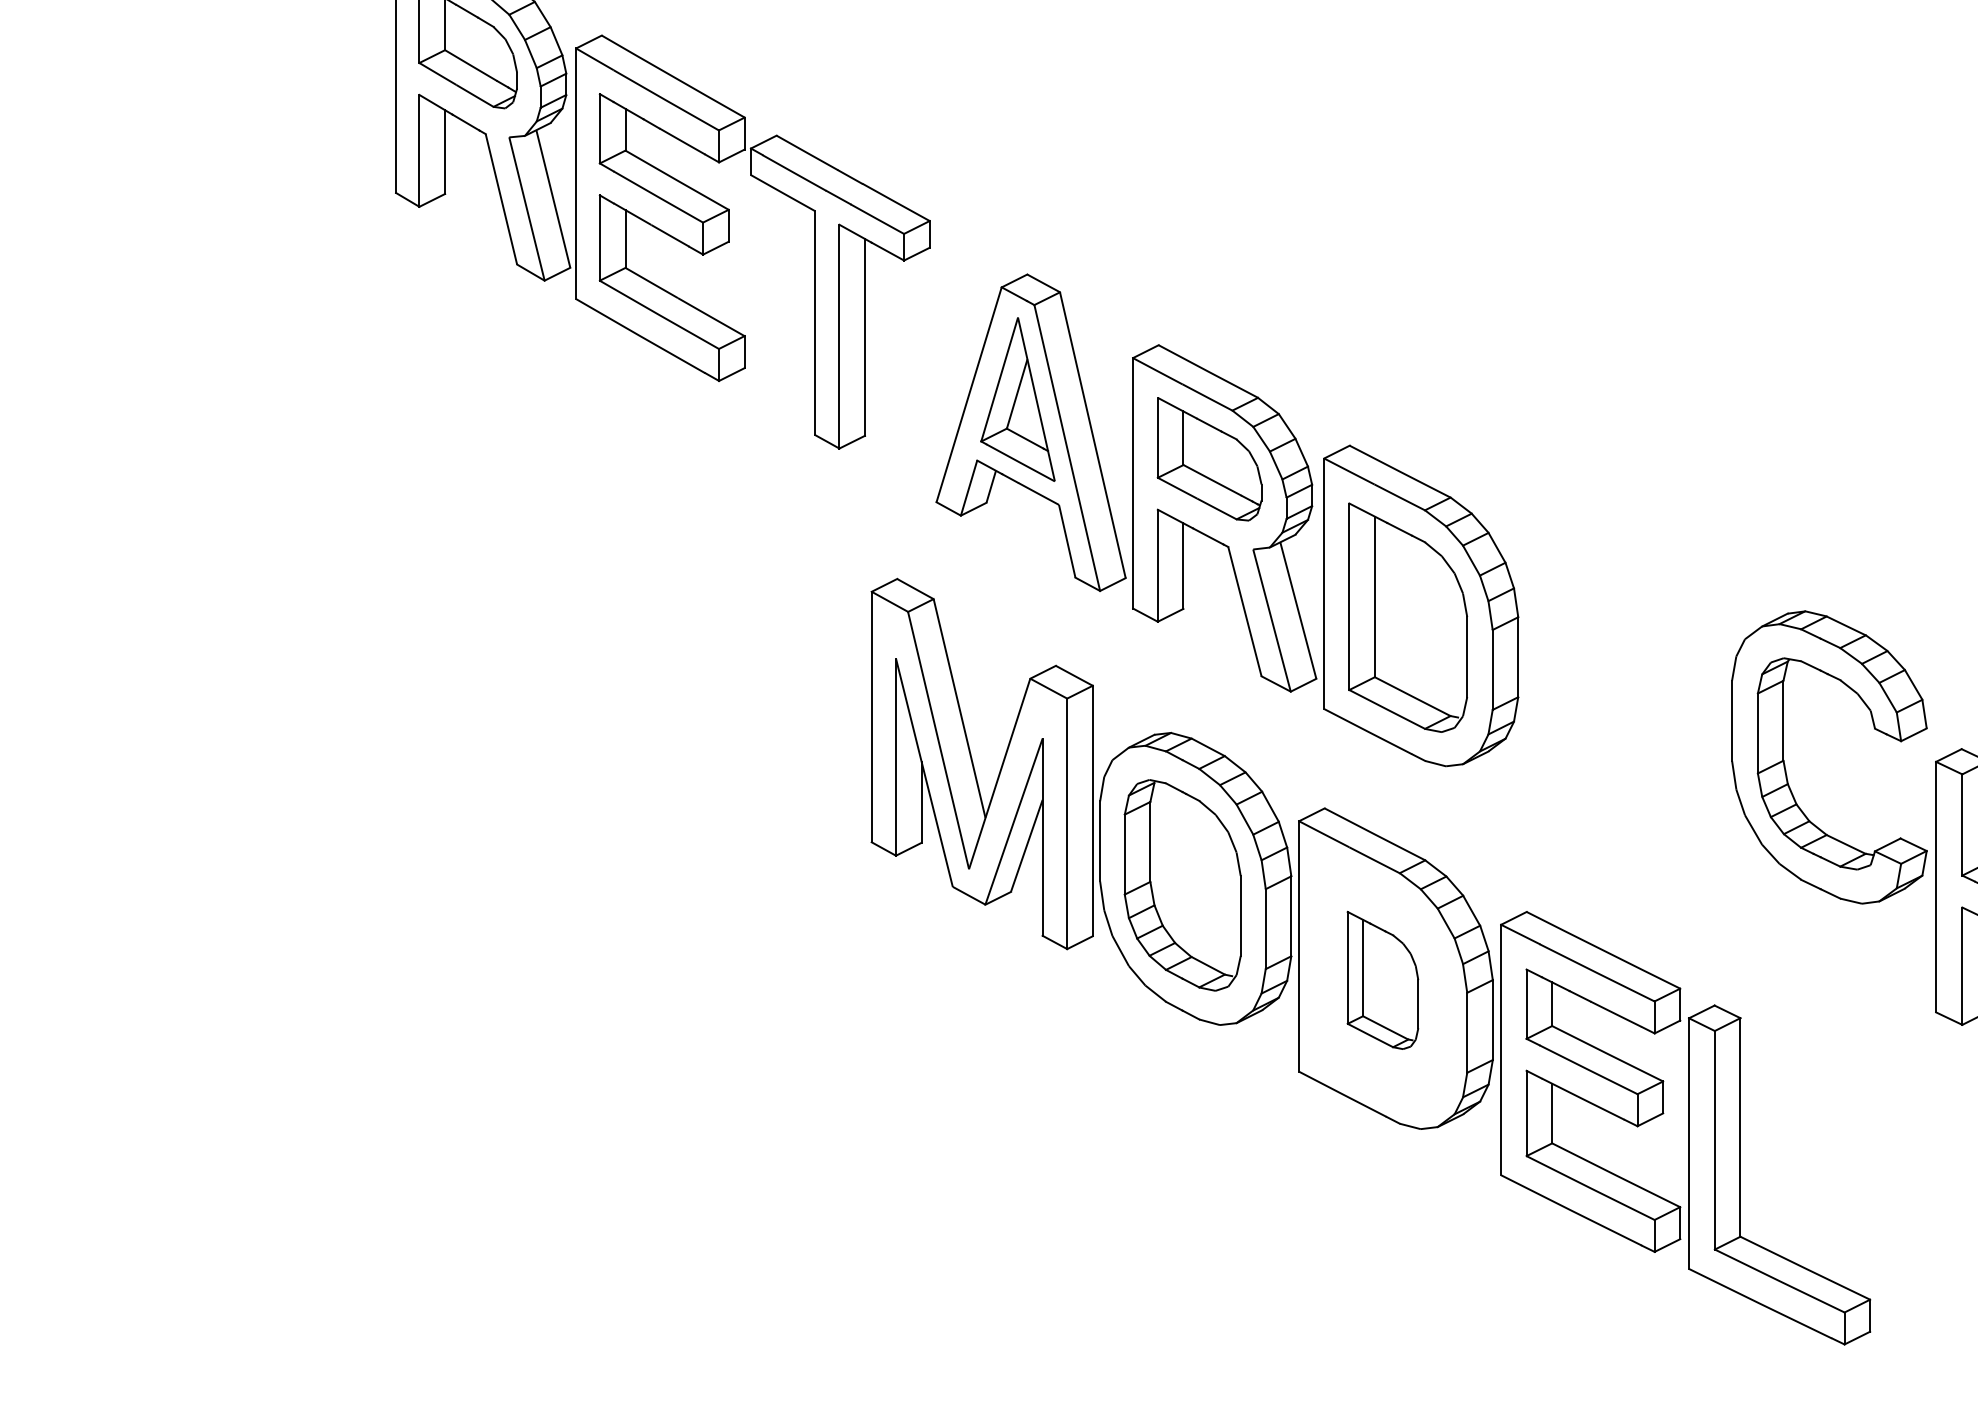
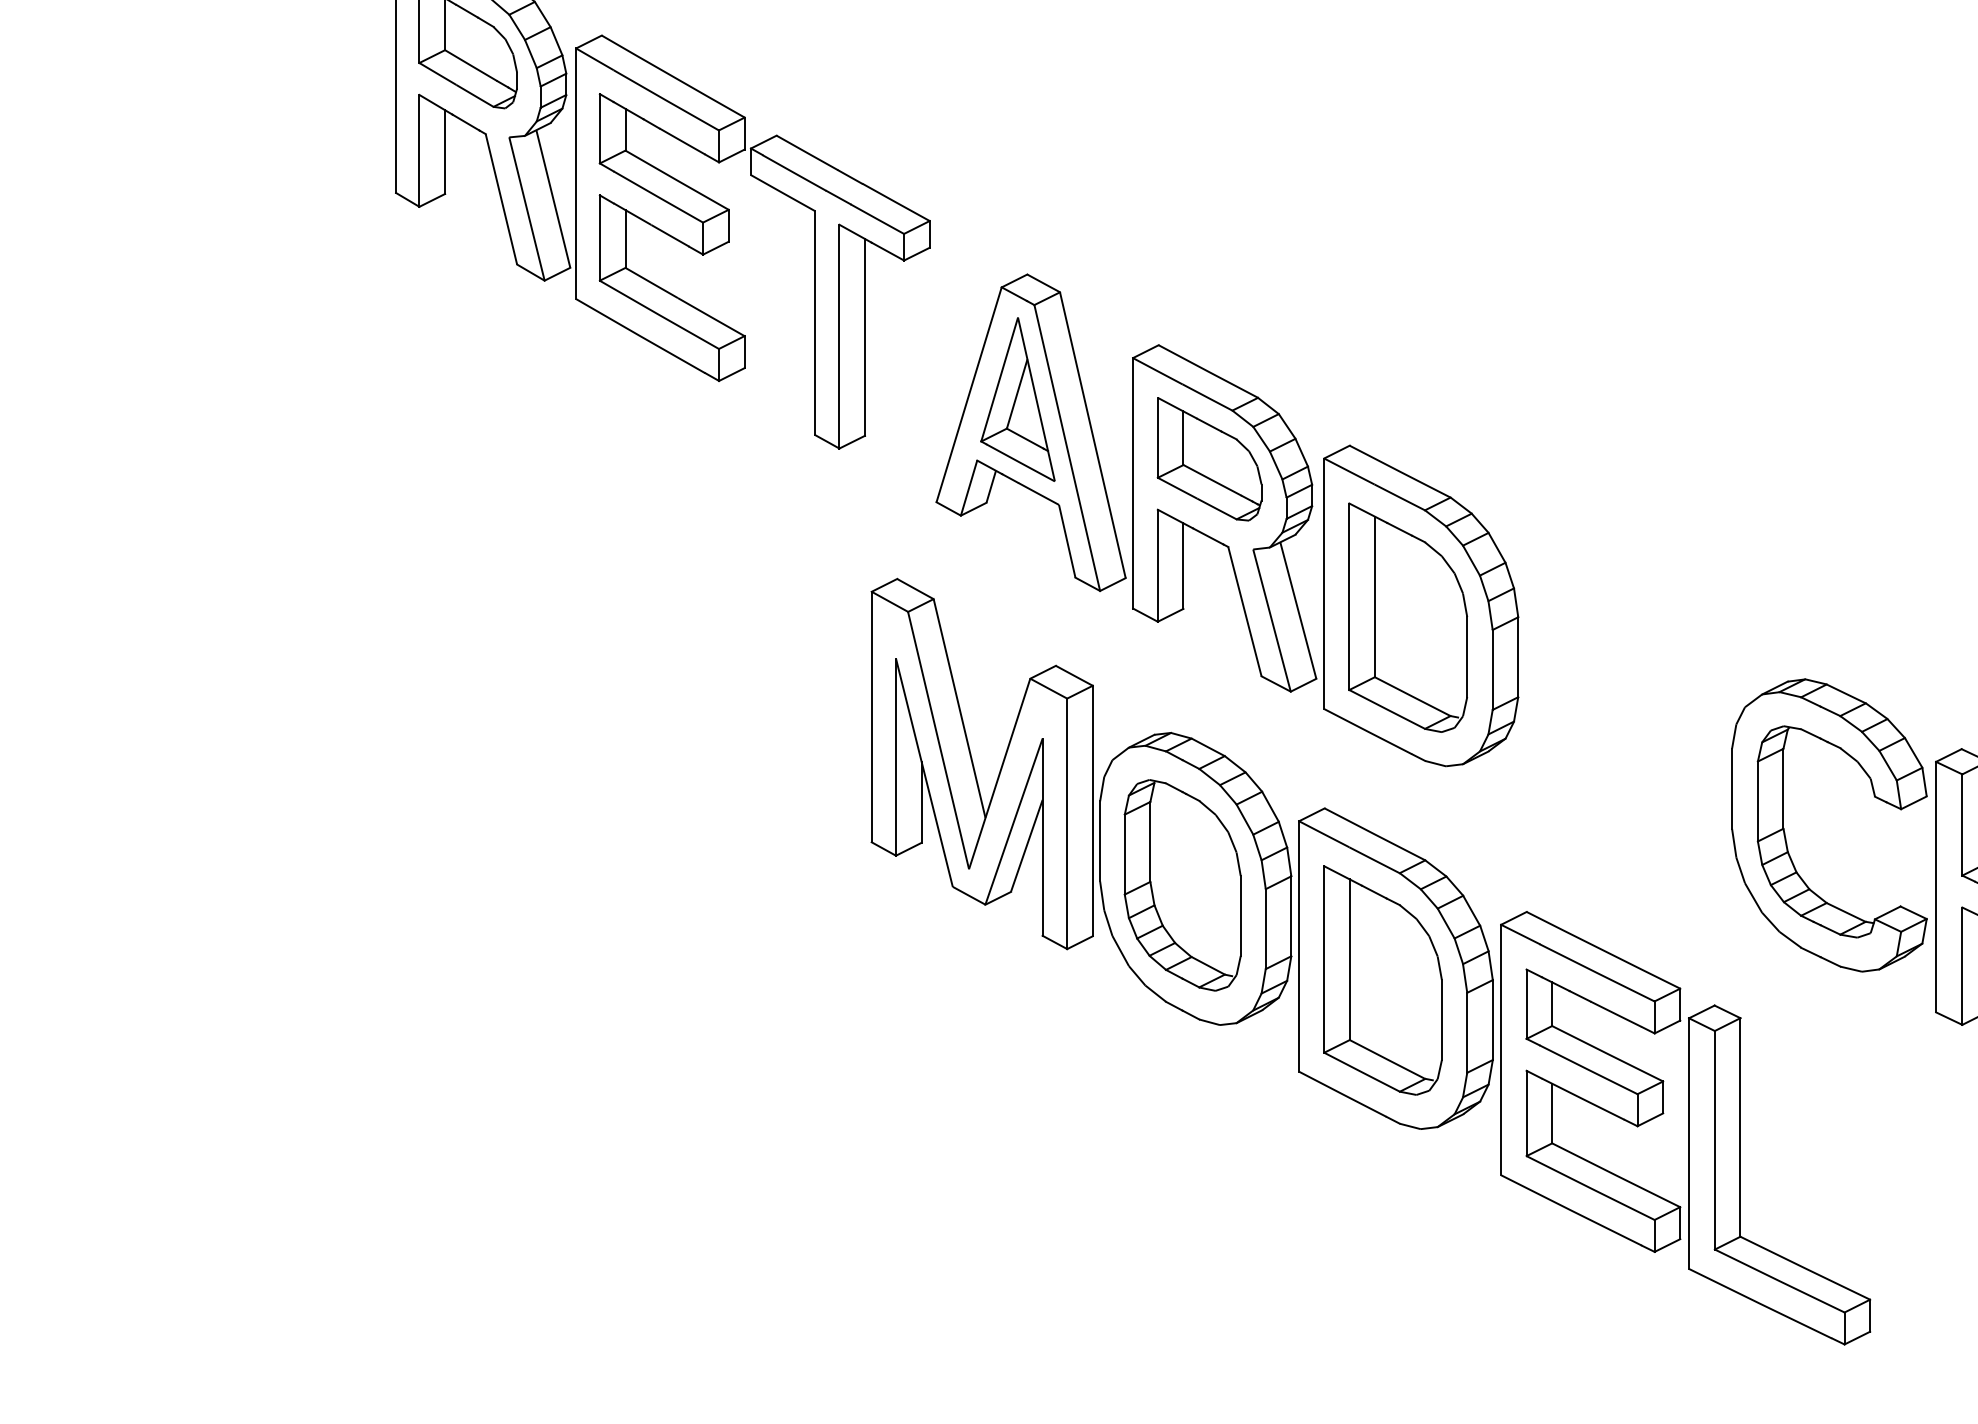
part at (1785, 764) position: (1785, 764) -> (1785, 832)
part at (1382, 979) size: 74x140 px -> 120x231 px
